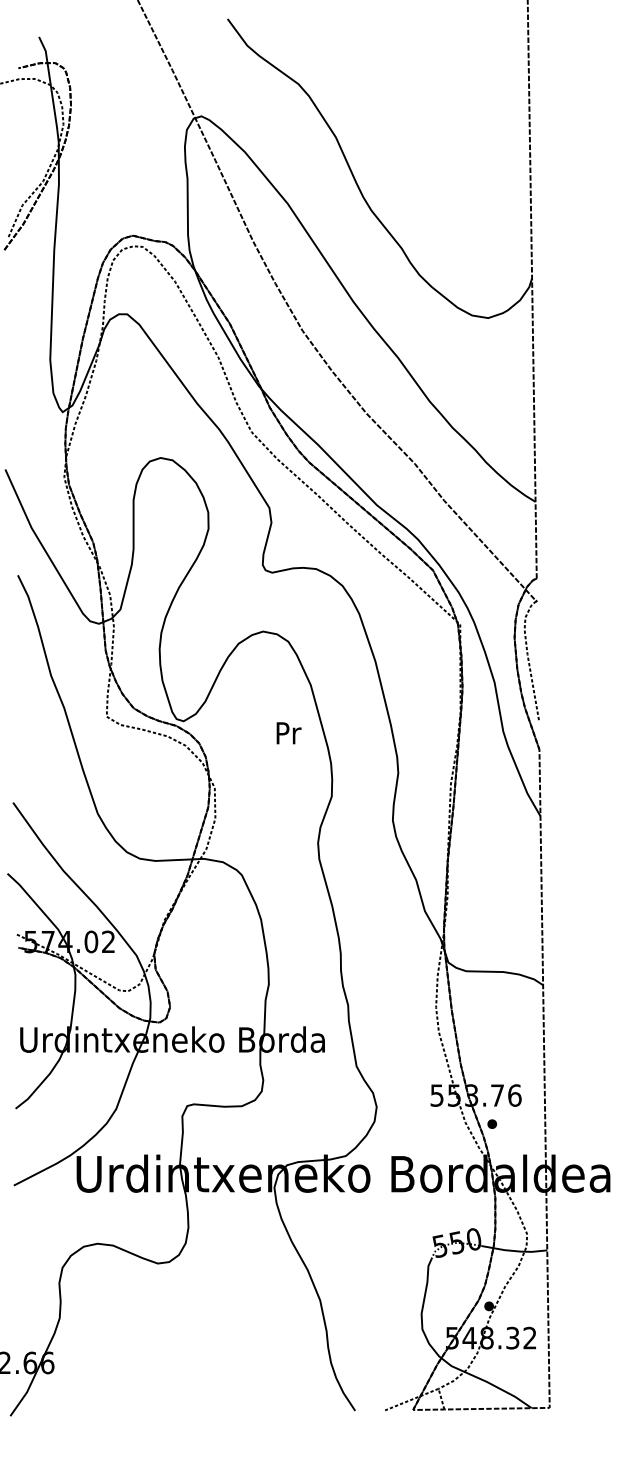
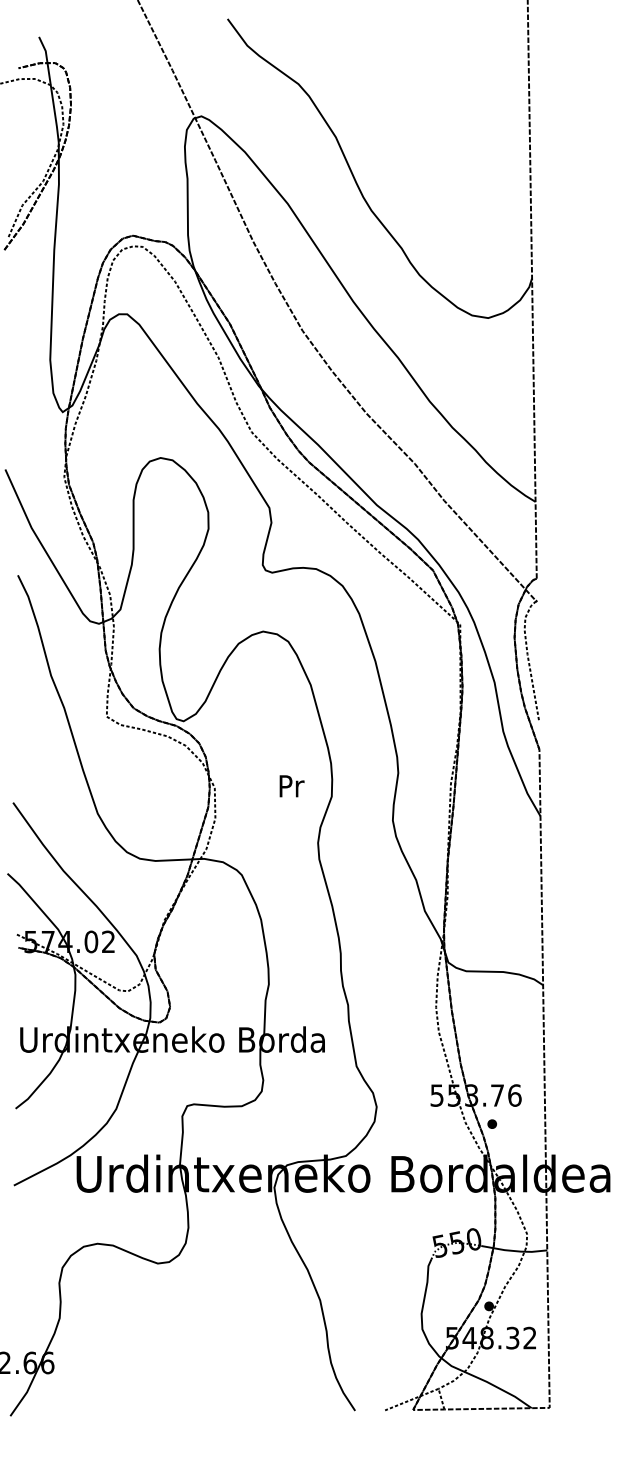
text at (288, 733) position: (288, 733) -> (291, 786)
